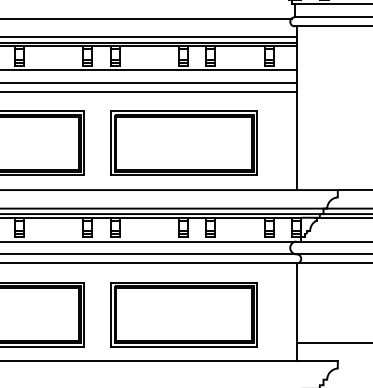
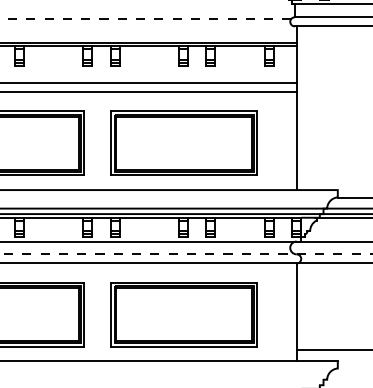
line at (145, 18): solid -> dashed
line at (149, 37): present -> none
line at (149, 70): present -> none
line at (353, 190) position: (353, 190) -> (353, 198)
line at (186, 254): solid -> dashed
line at (332, 342) position: (332, 342) -> (332, 349)
